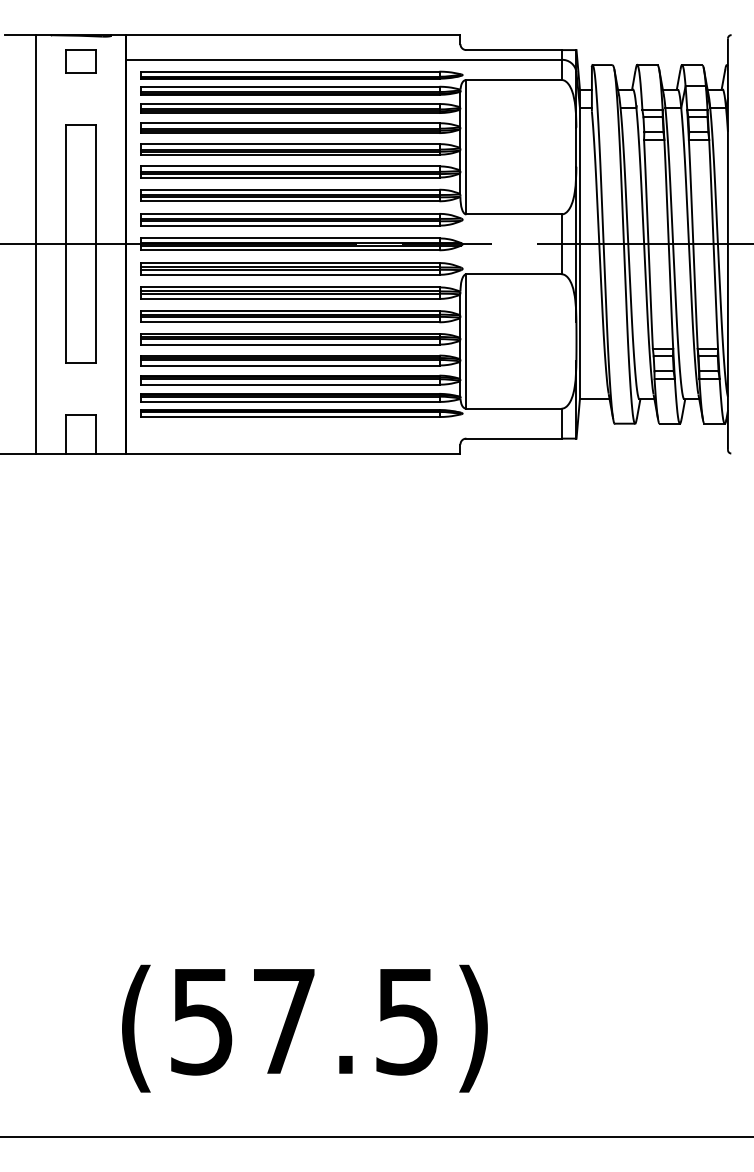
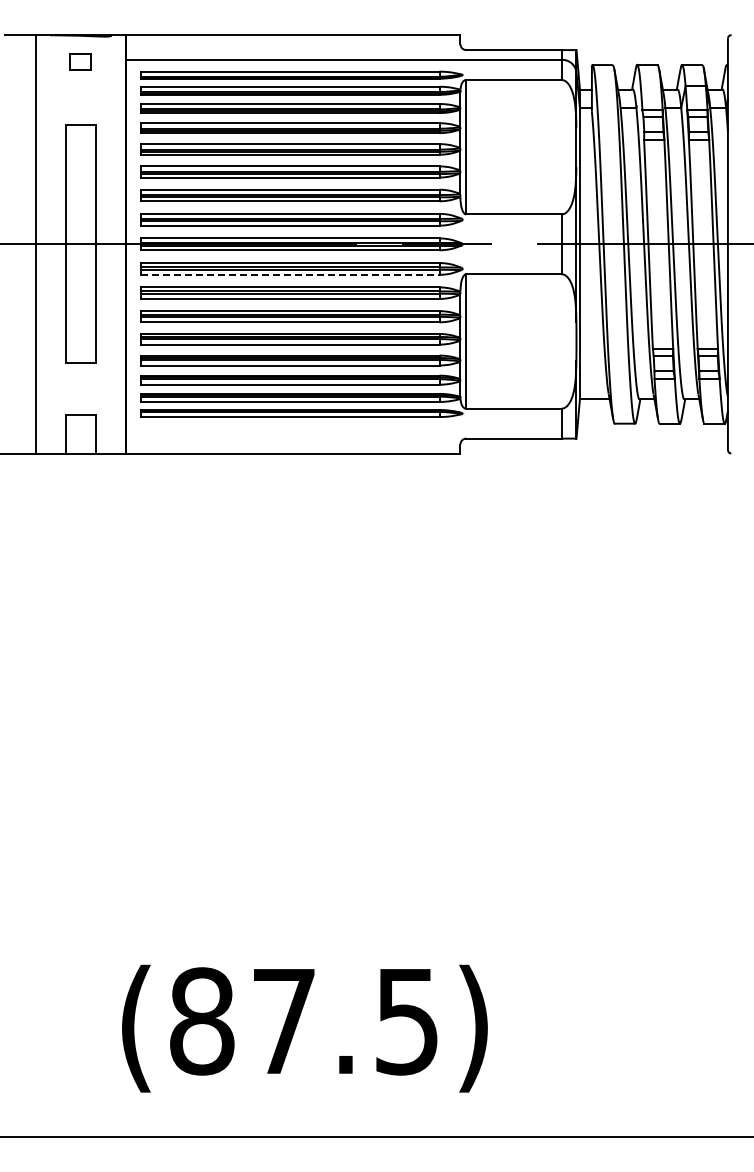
part at (80, 61) size: 32x25 px -> 23x18 px
line at (290, 274): solid -> dashed
text at (202, 1021): (57.5) -> (87.5)
